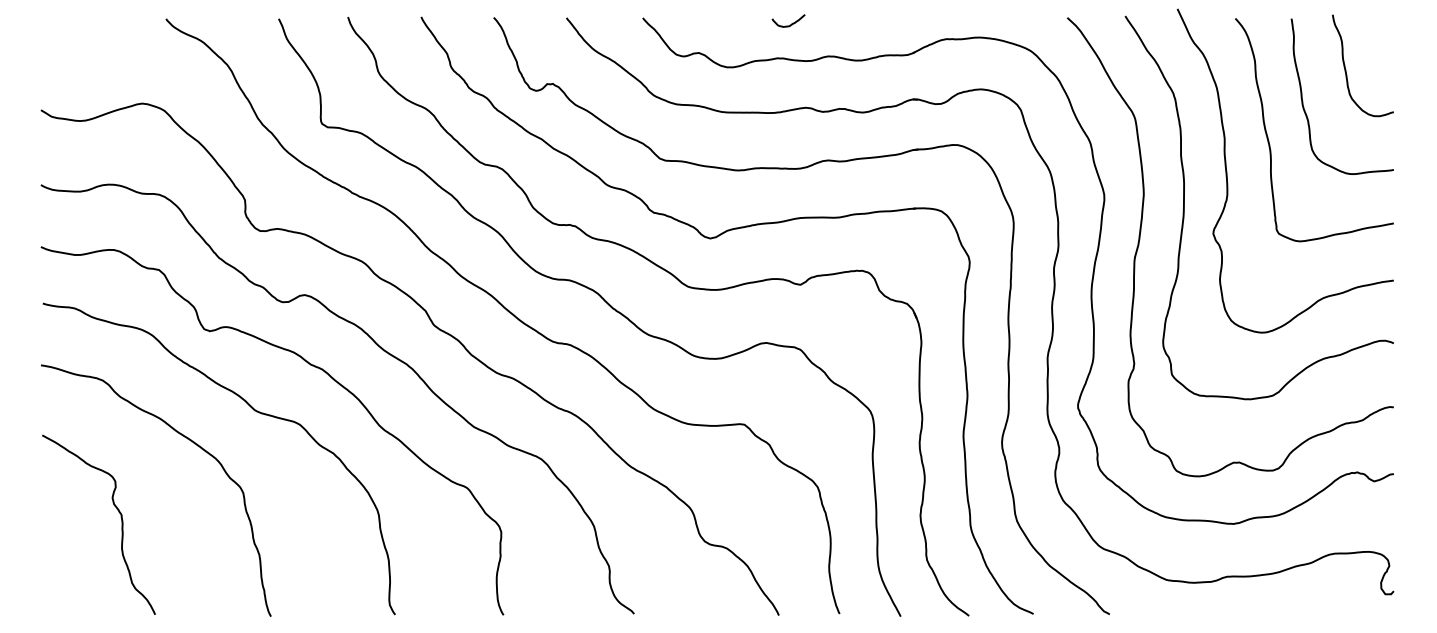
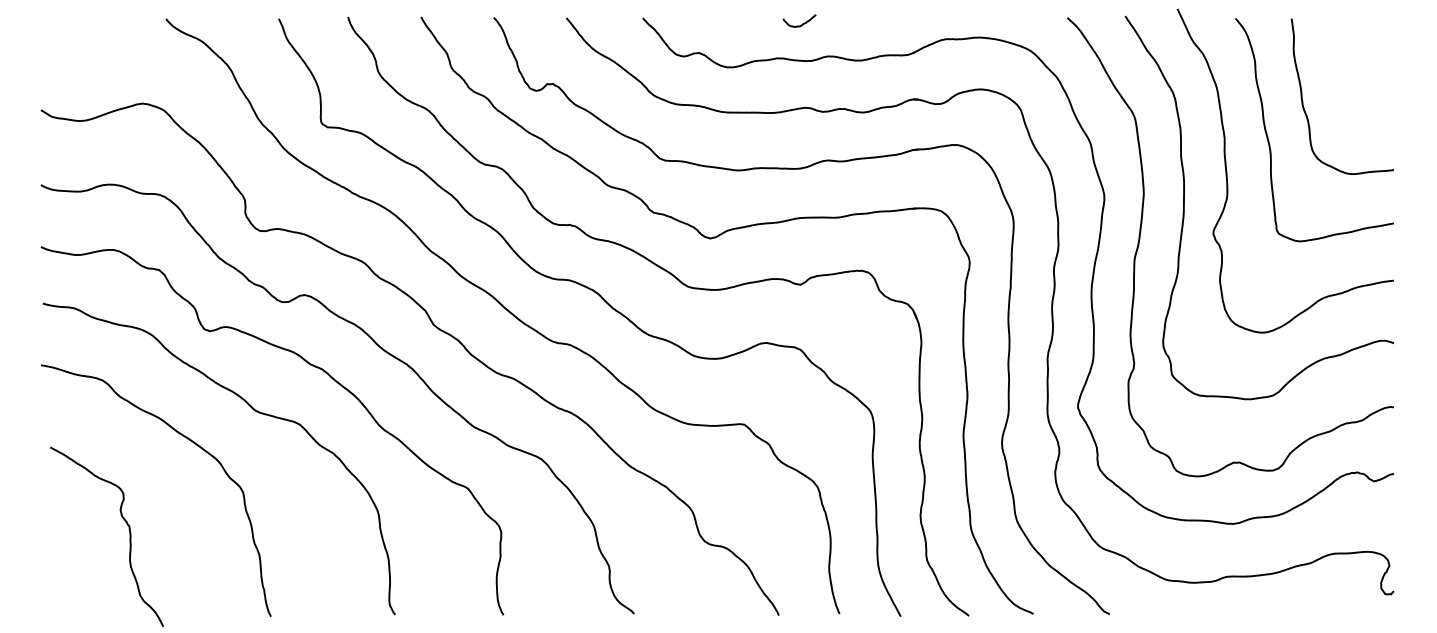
curve at (791, 23) position: (791, 23) -> (802, 23)
curve at (1346, 69): present -> none
curve at (121, 524) position: (121, 524) -> (129, 536)
